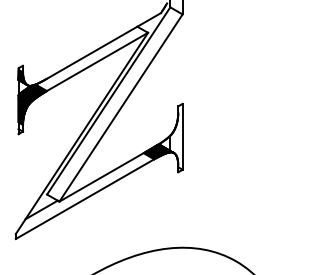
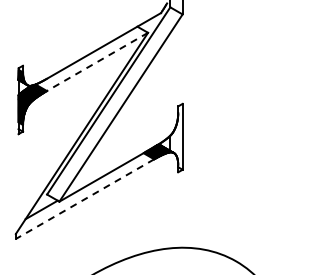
line at (97, 62): solid -> dashed
line at (85, 199): solid -> dashed
